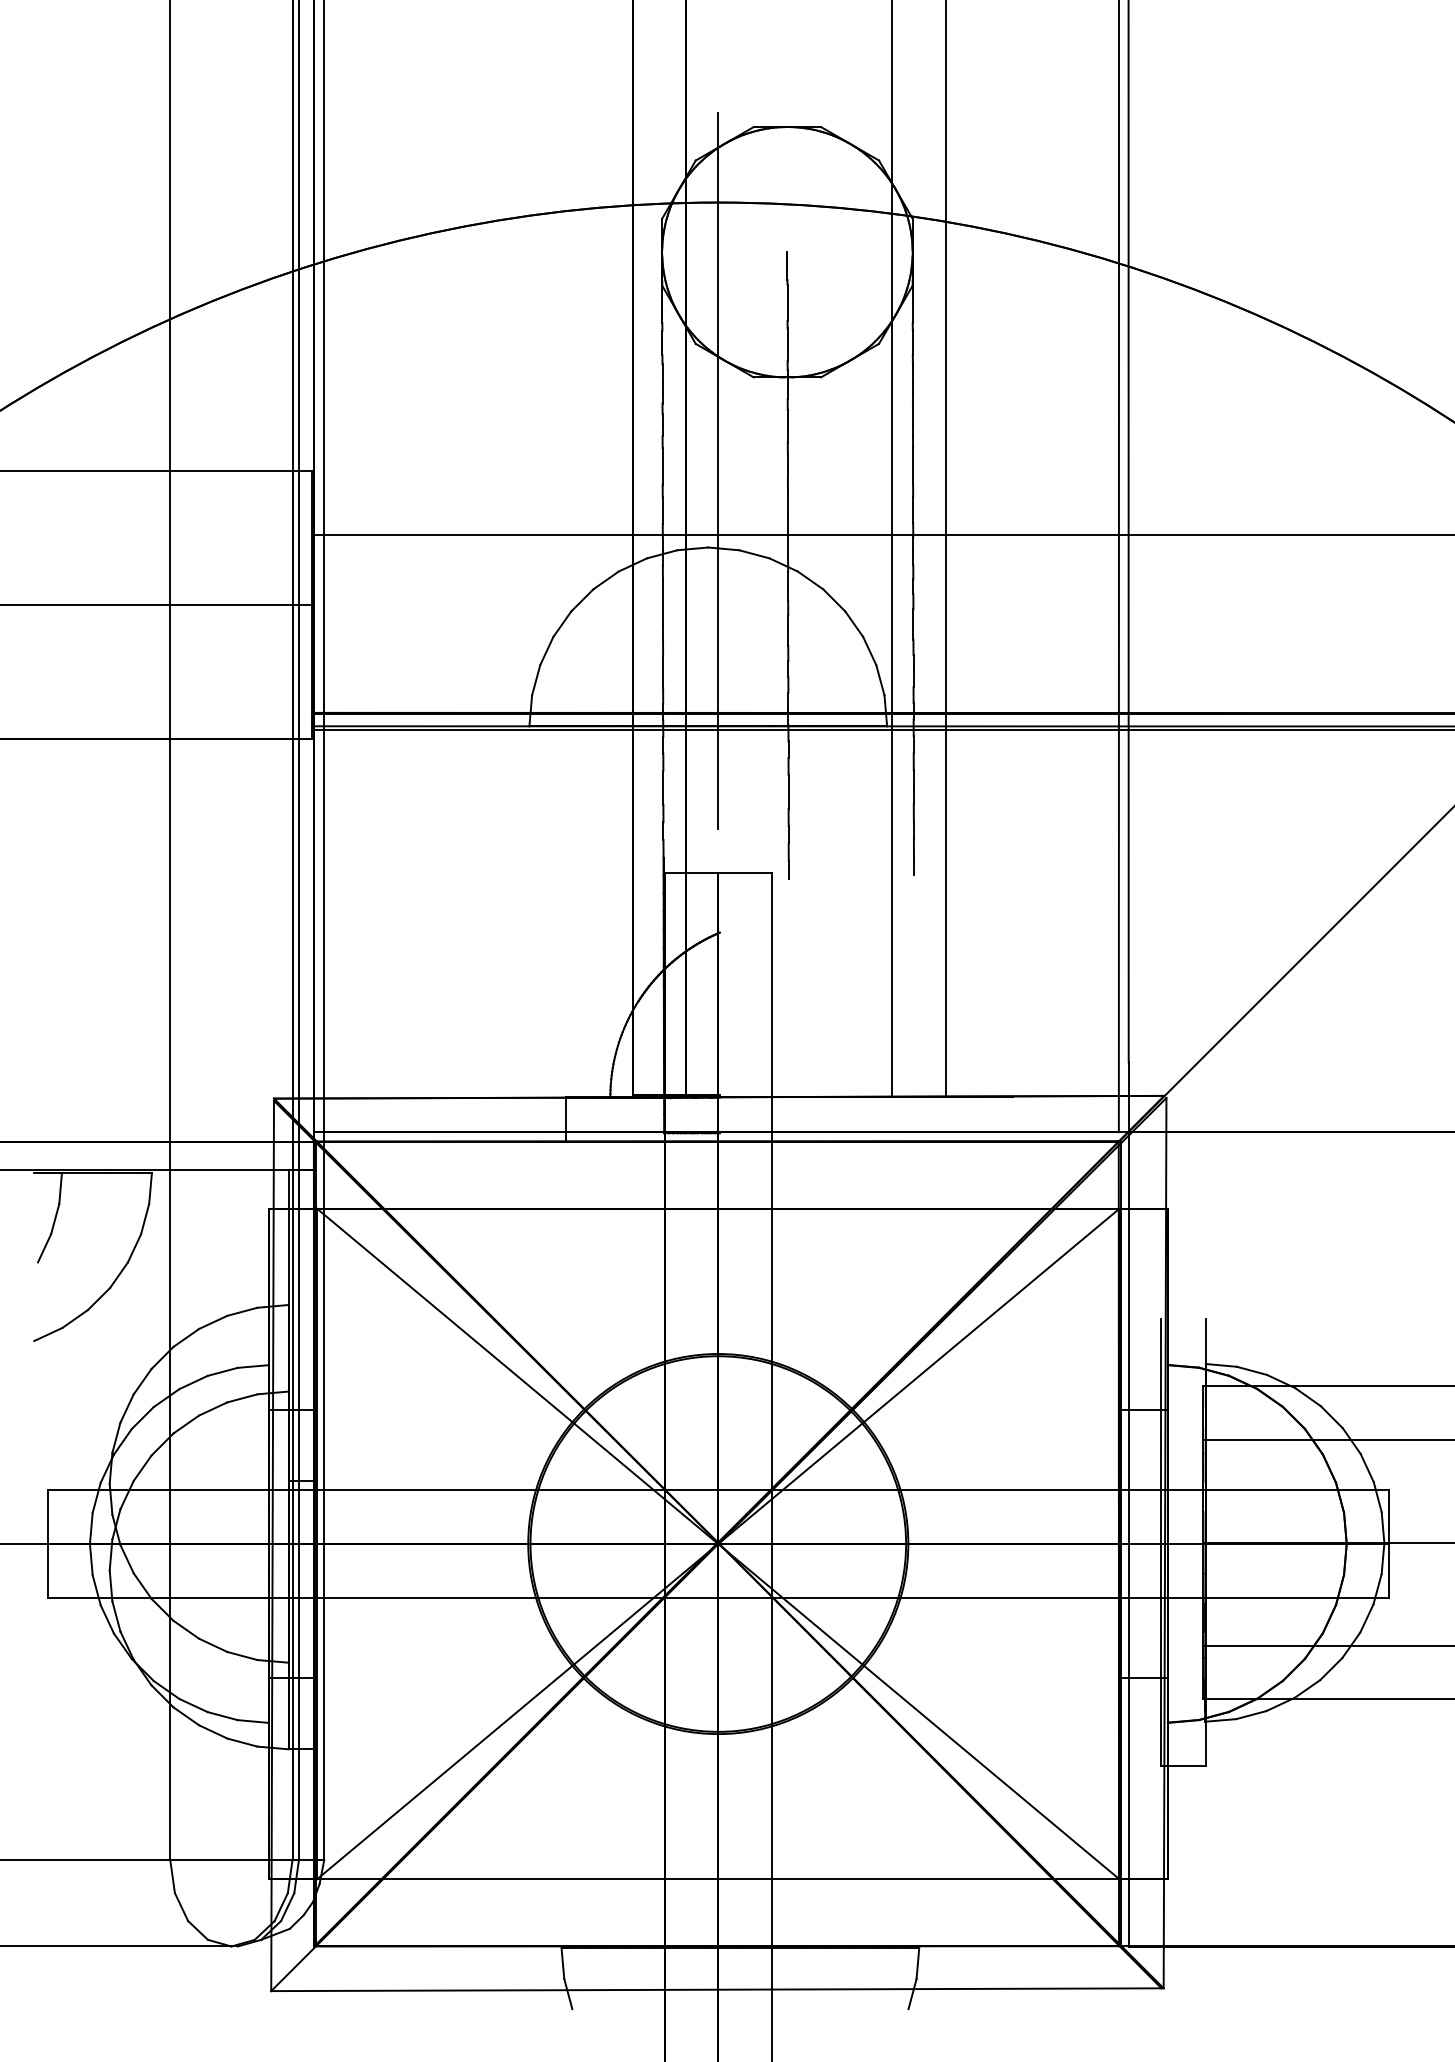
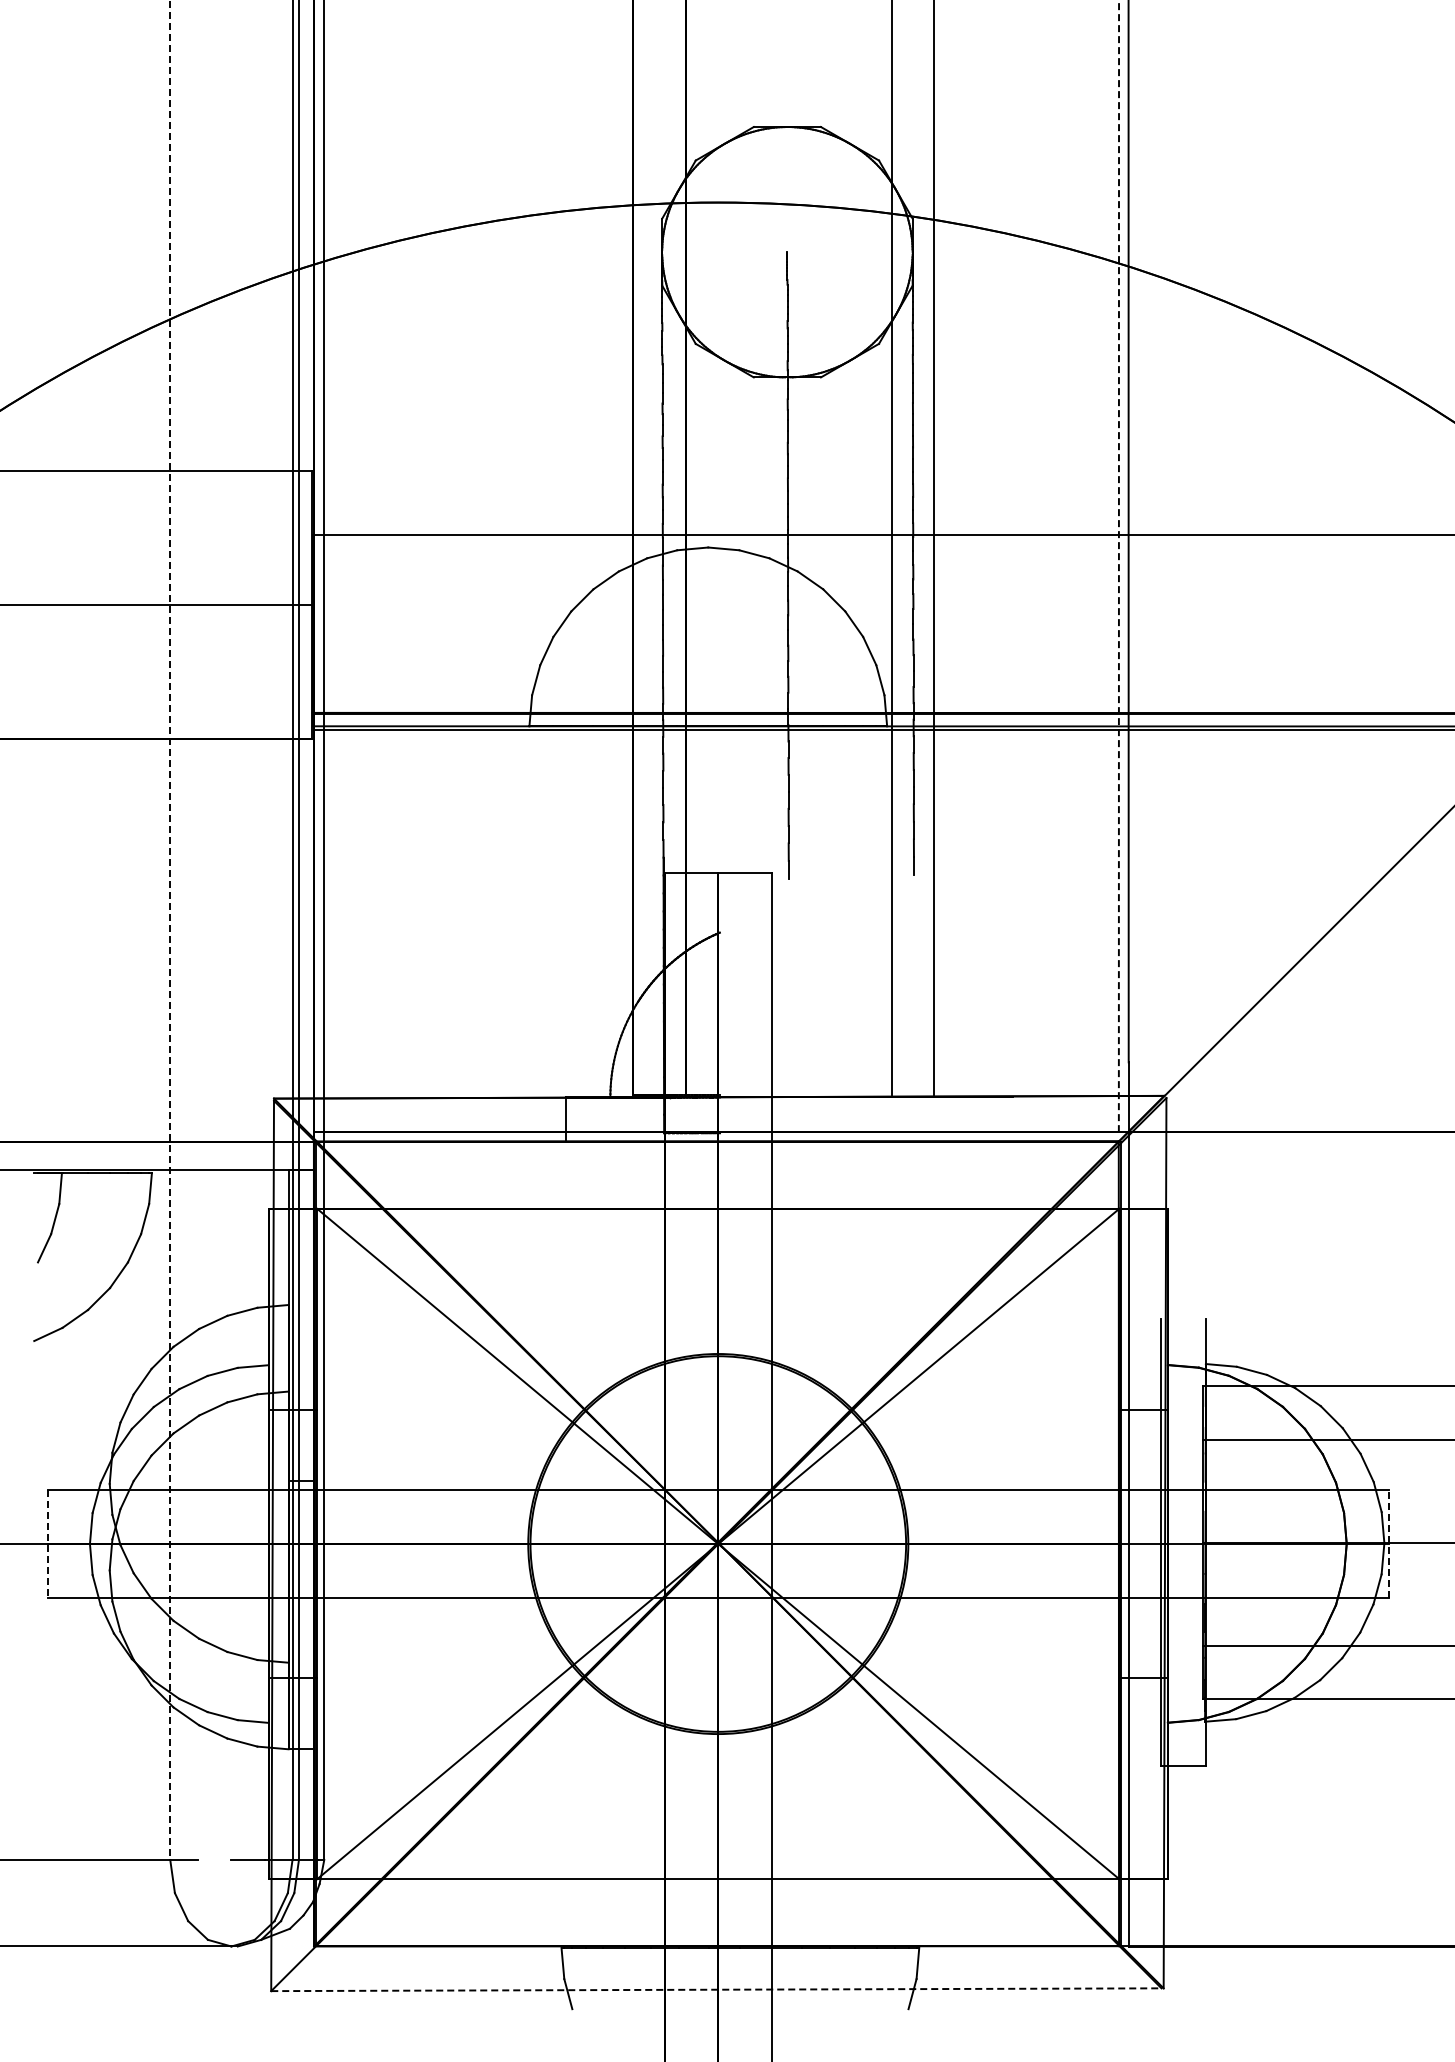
line at (718, 470): present -> none
line at (945, 548) position: (945, 548) -> (933, 548)
line at (1118, 565): solid -> dashed
line at (170, 930): solid -> dashed
line at (47, 1544): solid -> dashed
line at (1389, 1544): solid -> dashed
line at (214, 1860): present -> none
line at (716, 1989): solid -> dashed
